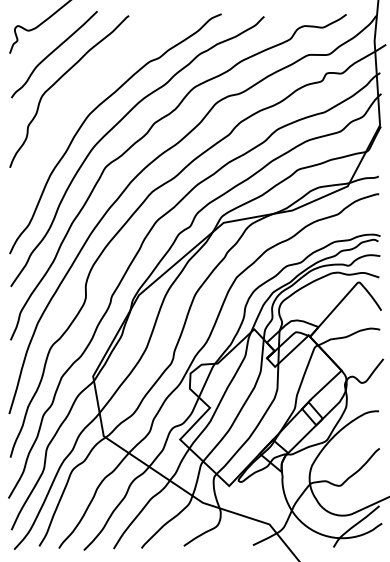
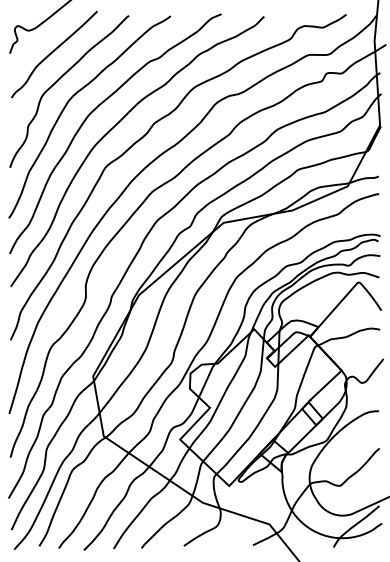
curve at (68, 103): none -> present
